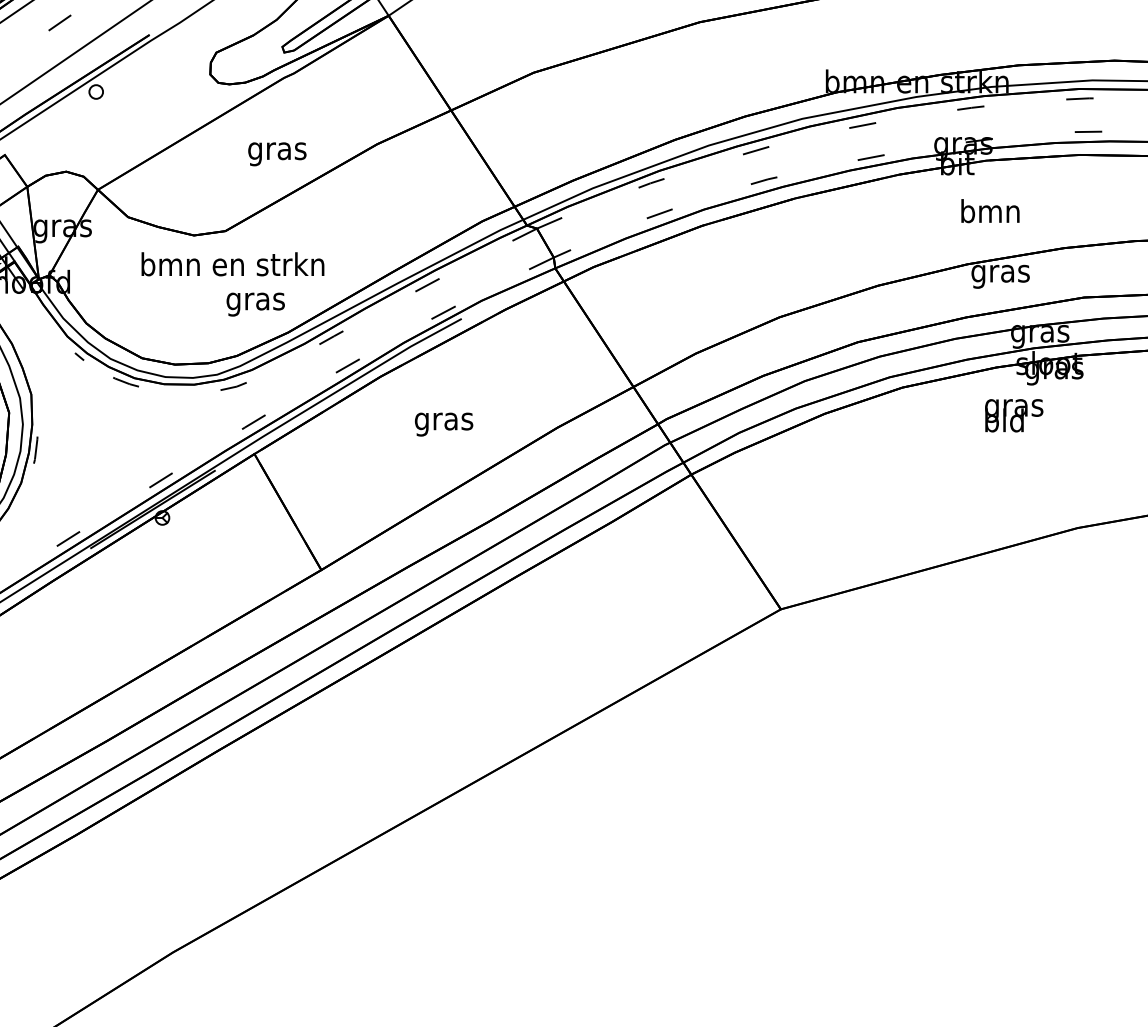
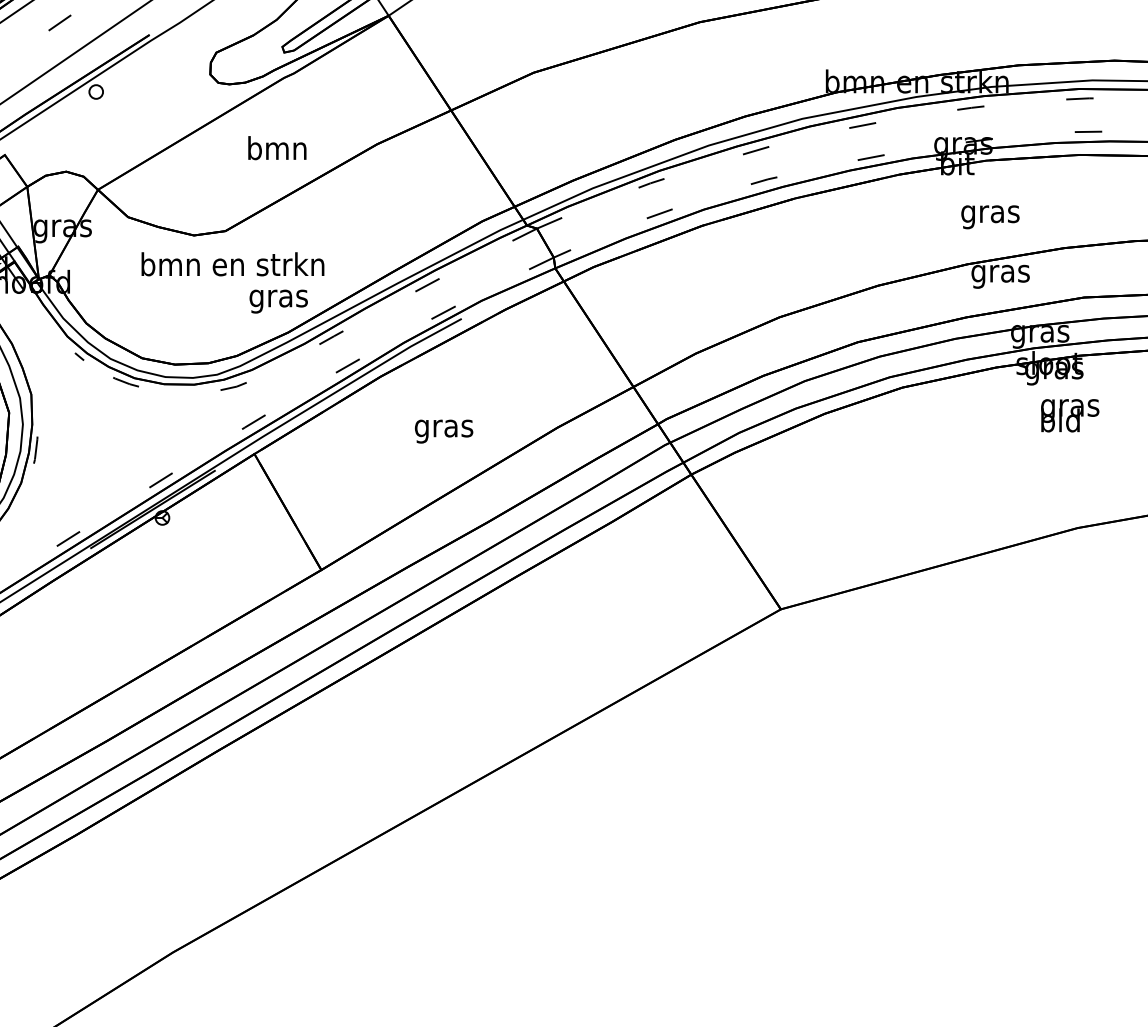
text at (277, 151): gras -> bmn
text at (990, 214): bmn -> gras
text at (255, 304) position: (255, 304) -> (278, 301)
text at (1014, 415) position: (1014, 415) -> (1070, 415)
text at (444, 424) position: (444, 424) -> (444, 431)
